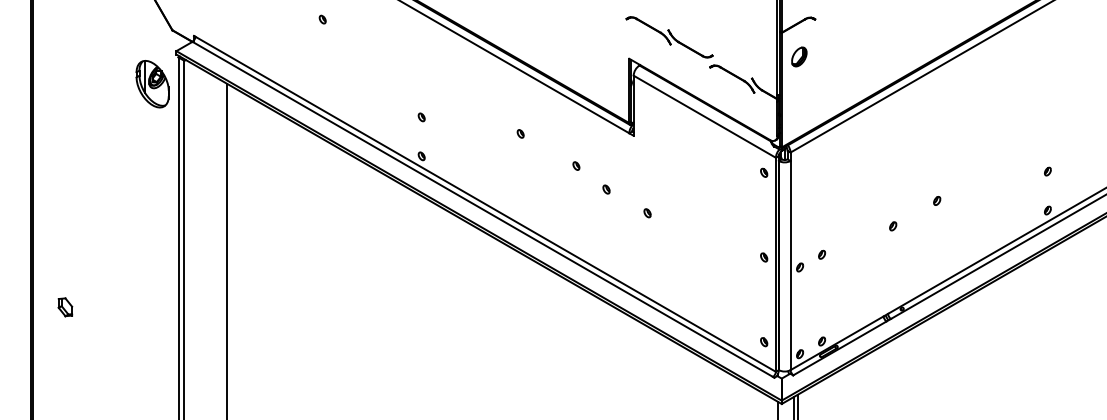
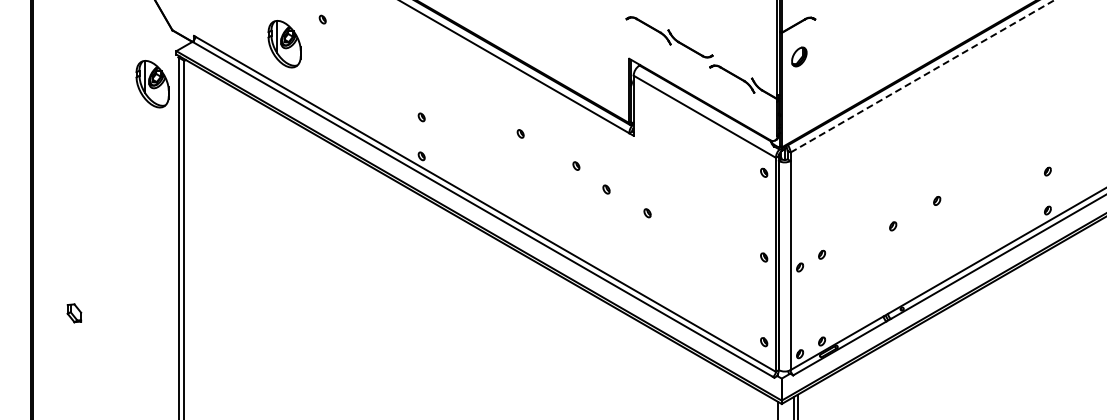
part at (284, 44): none -> present
line at (923, 76): solid -> dashed
line at (226, 249): present -> none
part at (65, 307) position: (65, 307) -> (74, 313)
